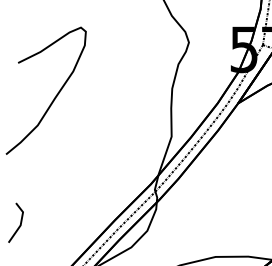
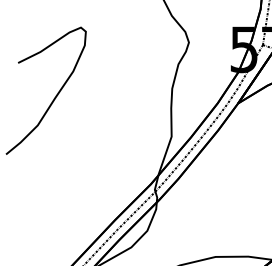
line at (19, 224): present -> none
